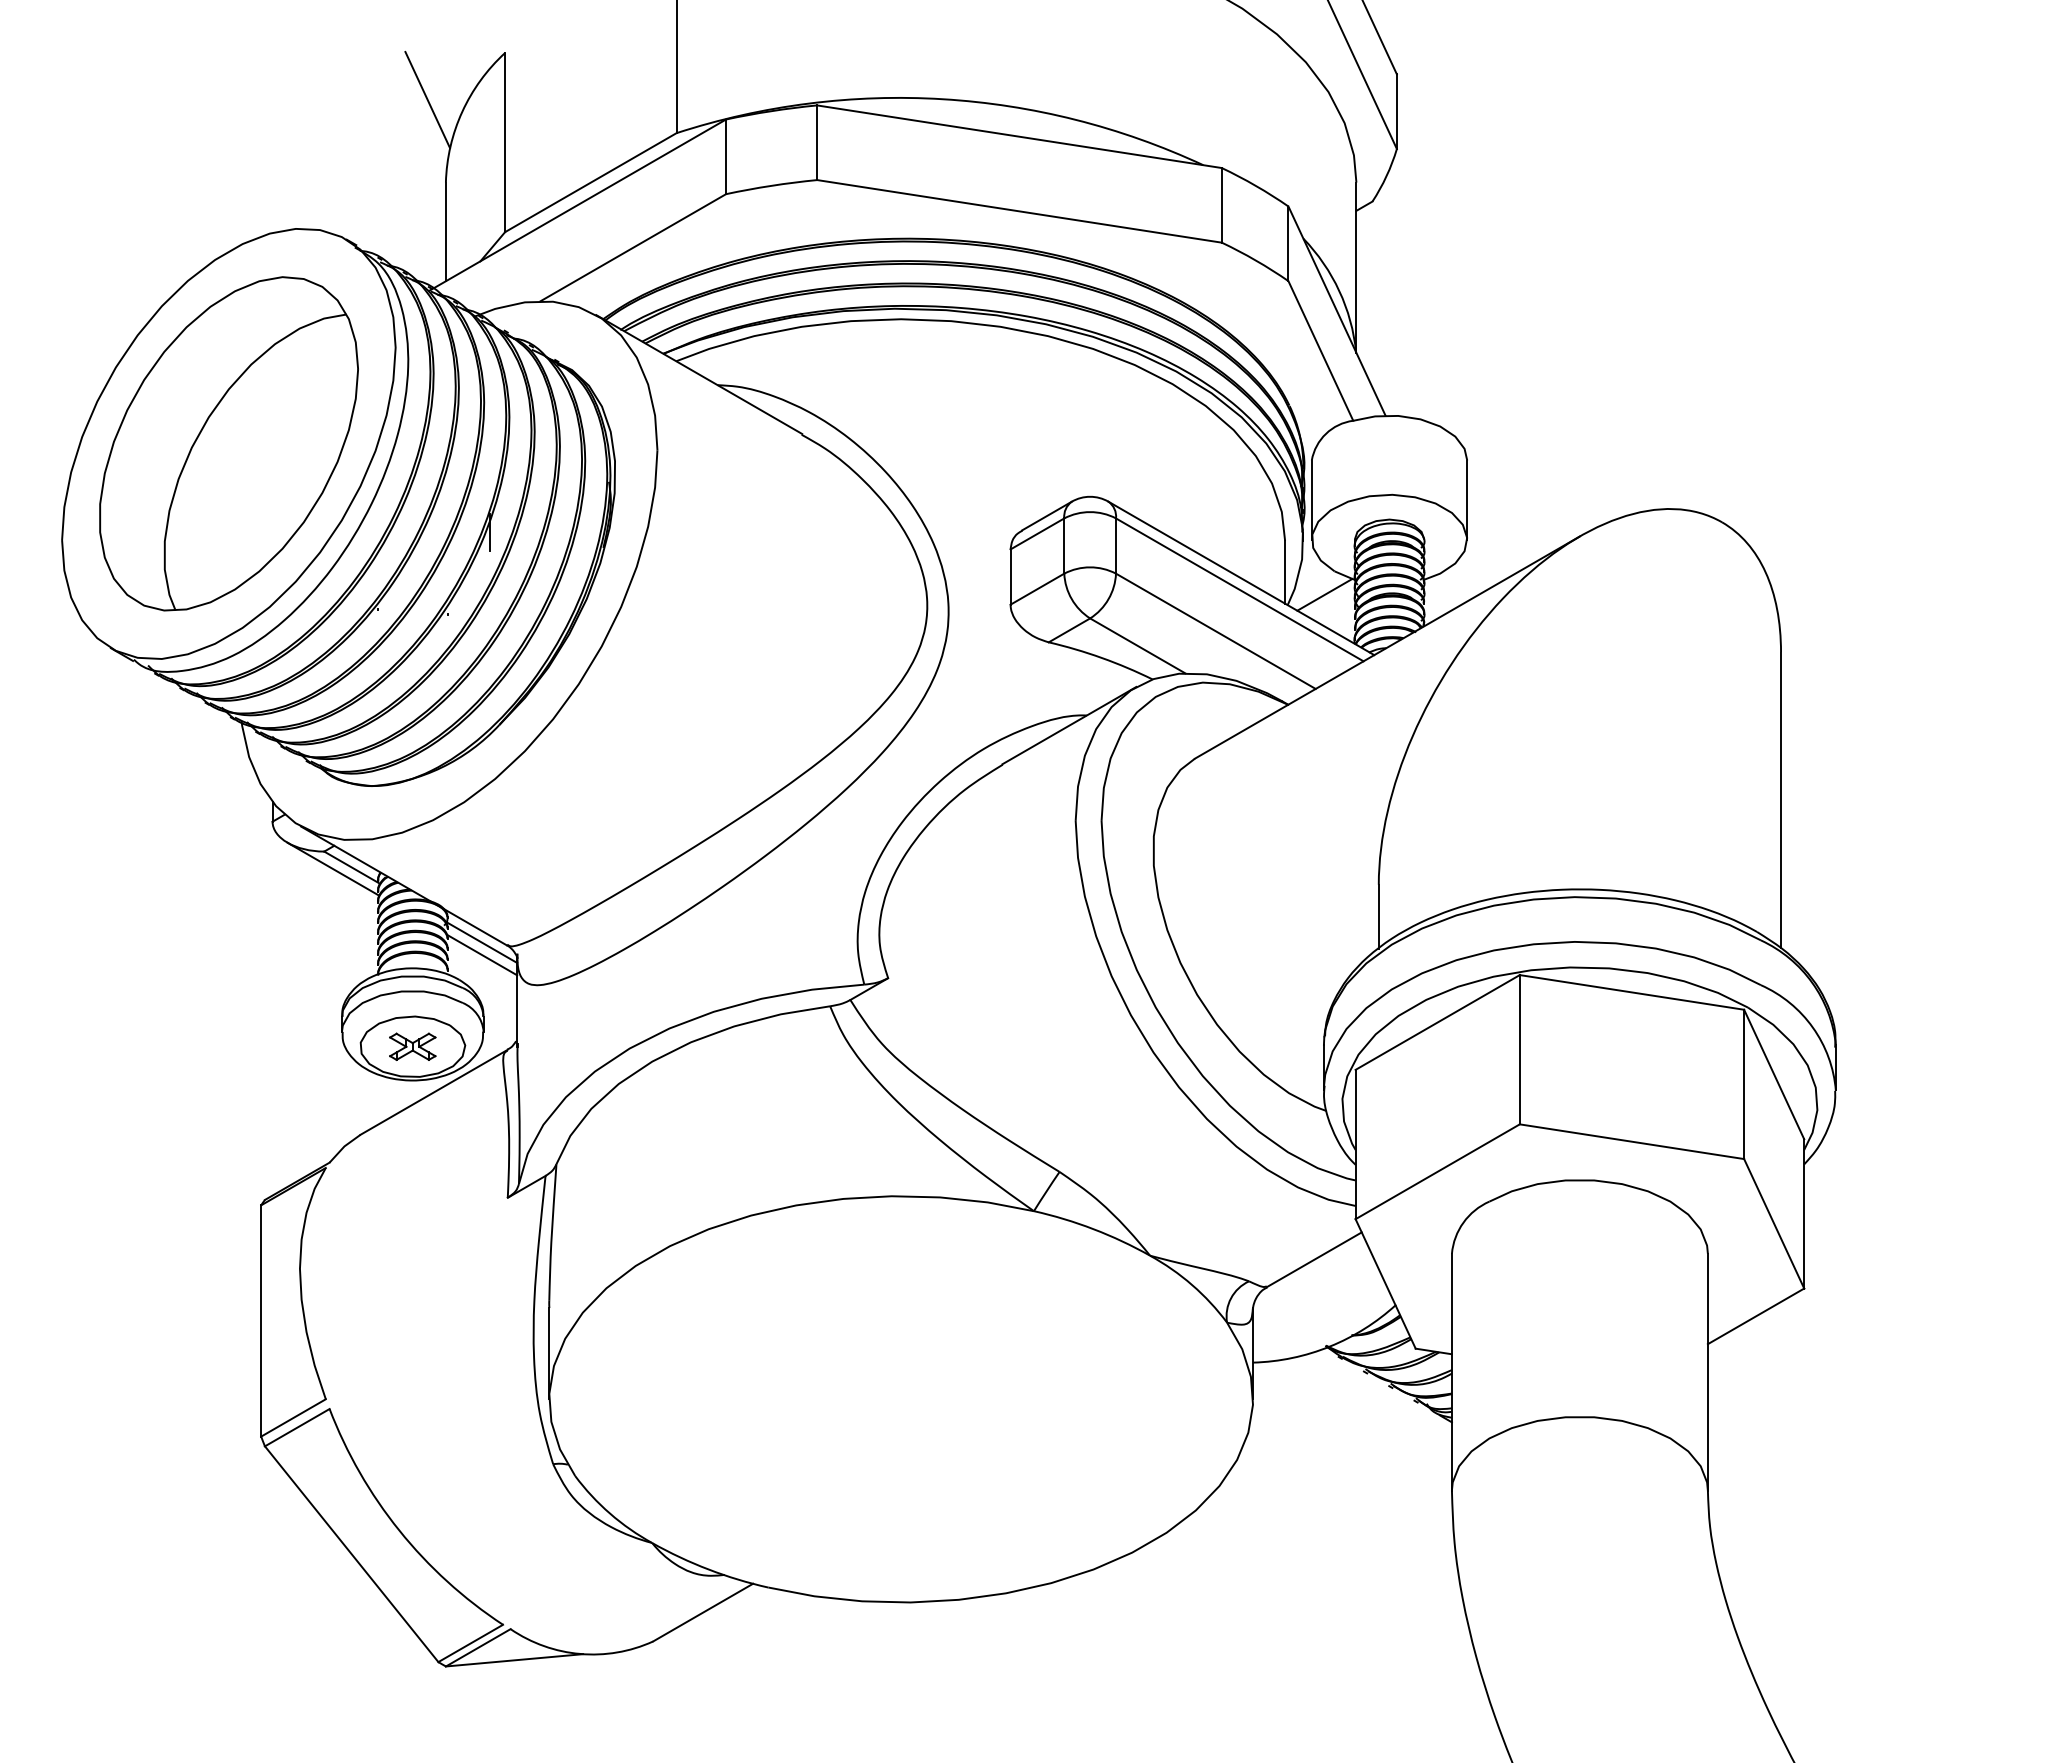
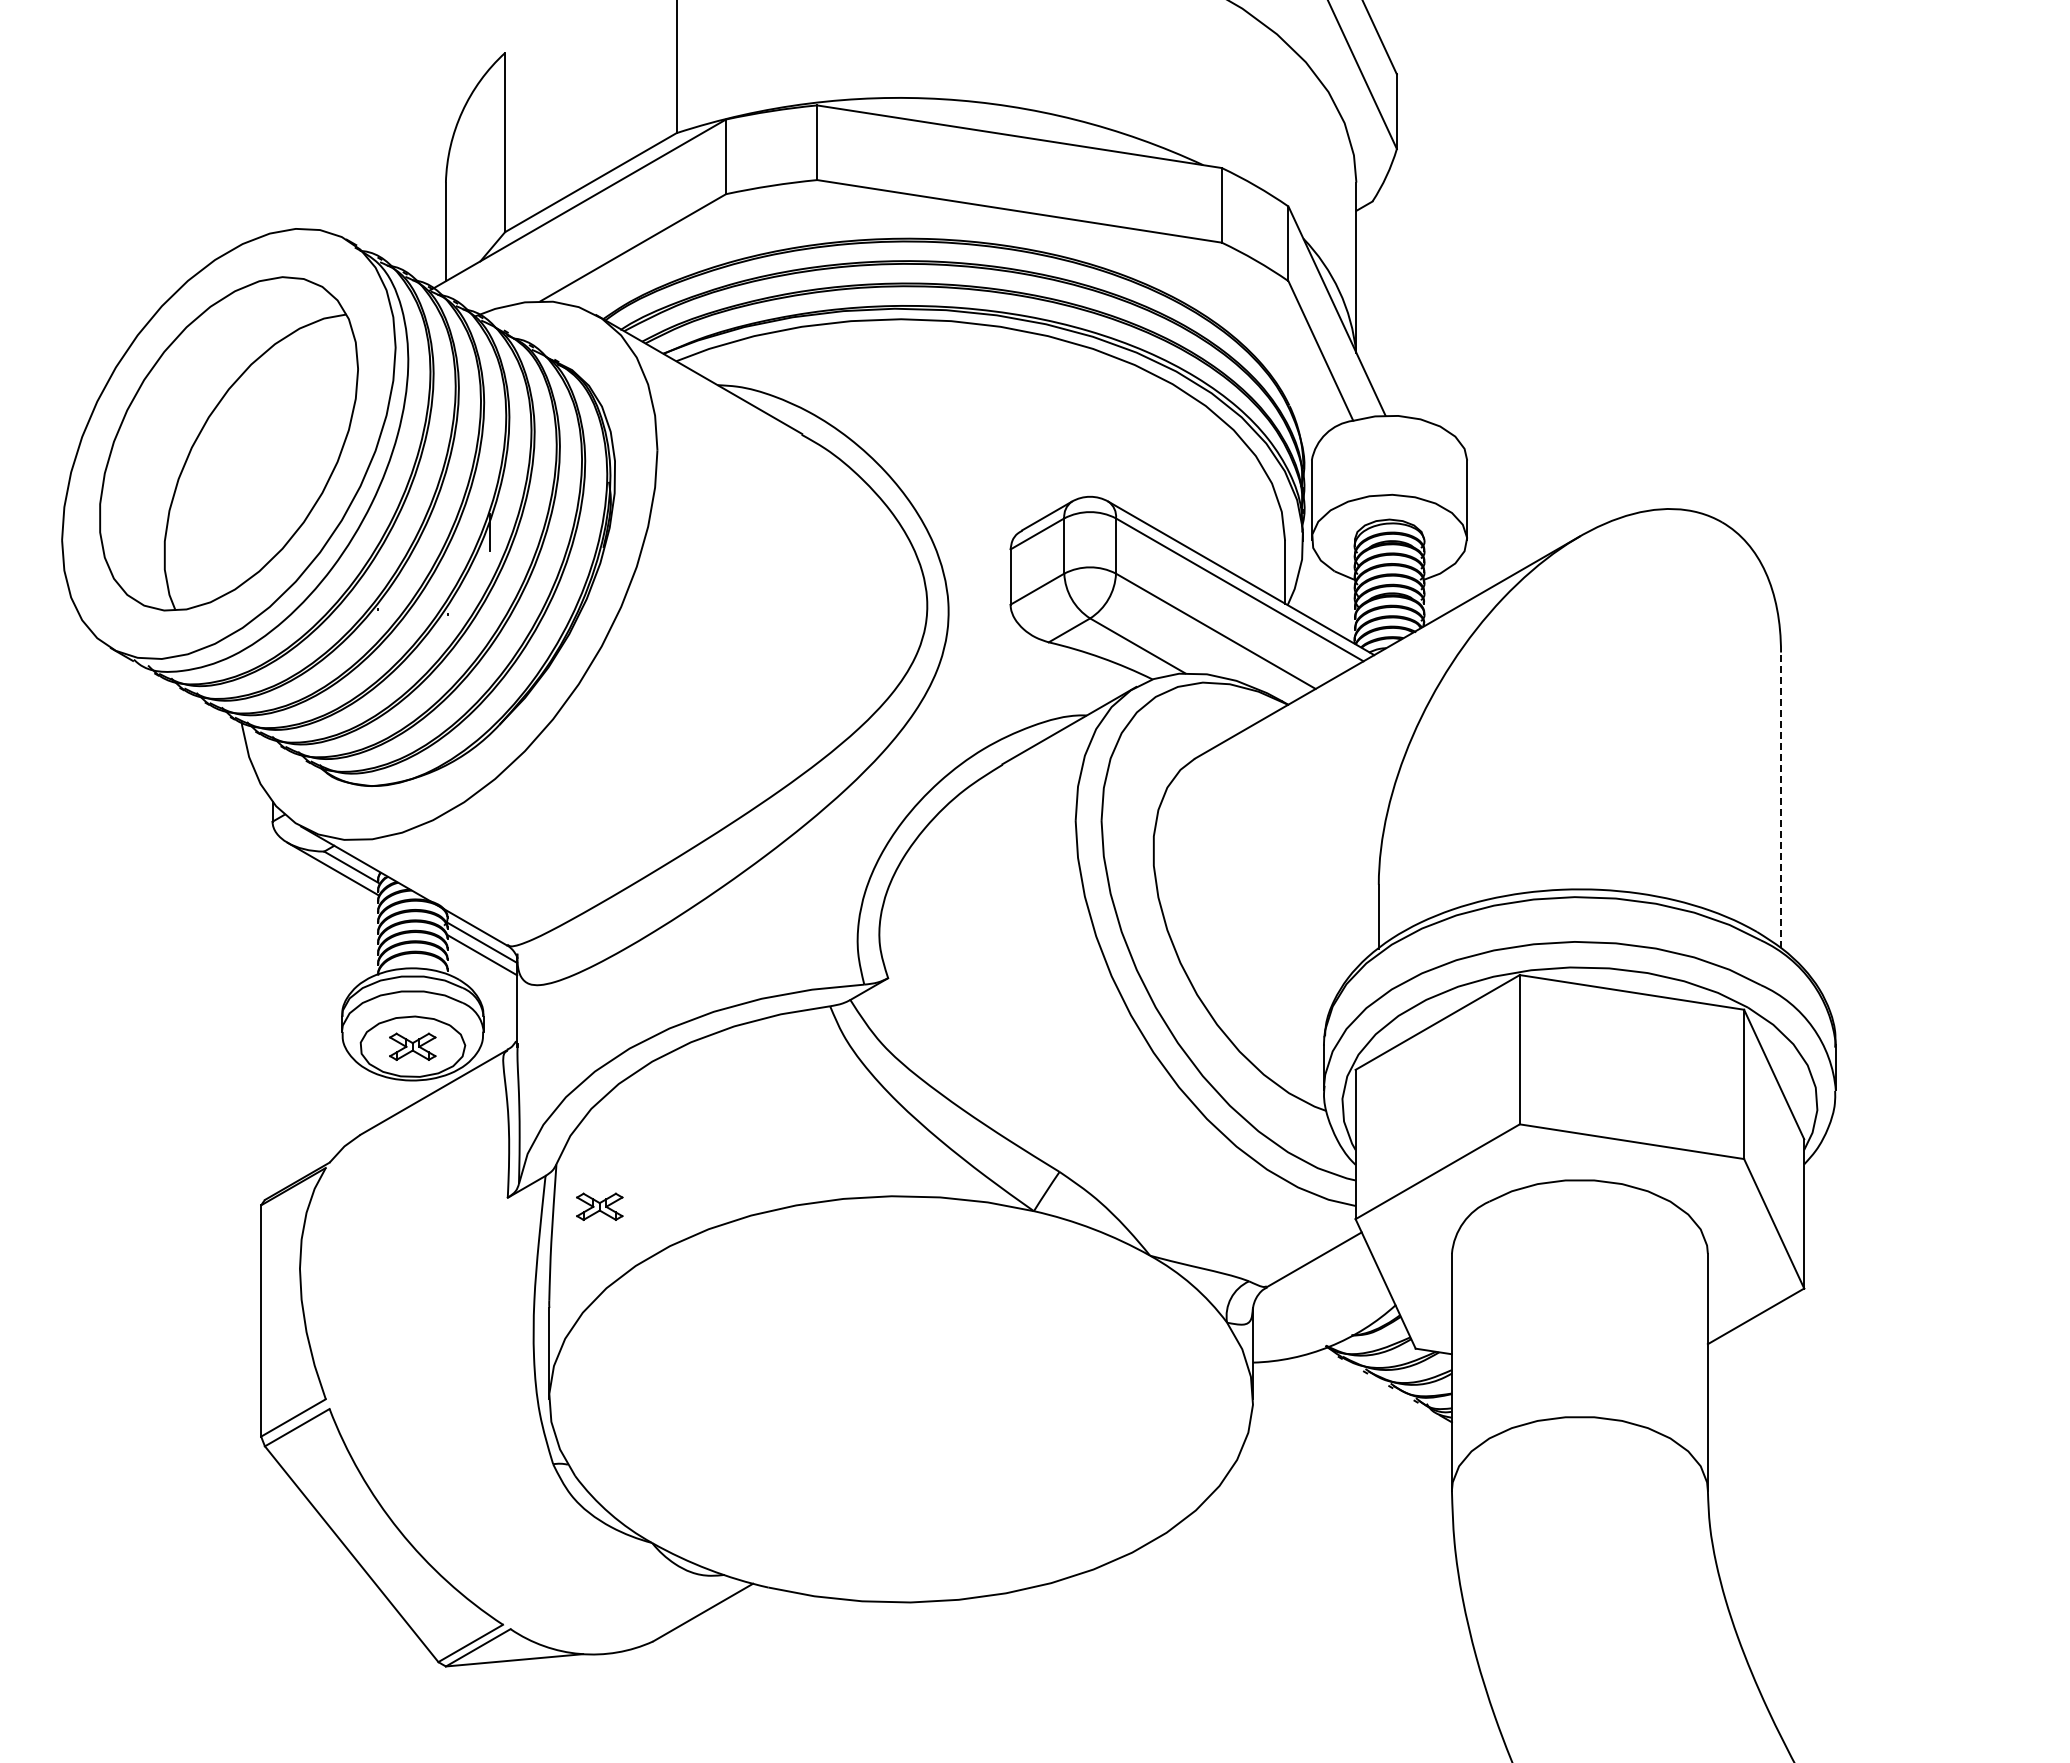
line at (427, 99): present -> none
line at (1324, 594): present -> none
line at (1781, 800): solid -> dashed
part at (599, 1206): none -> present
